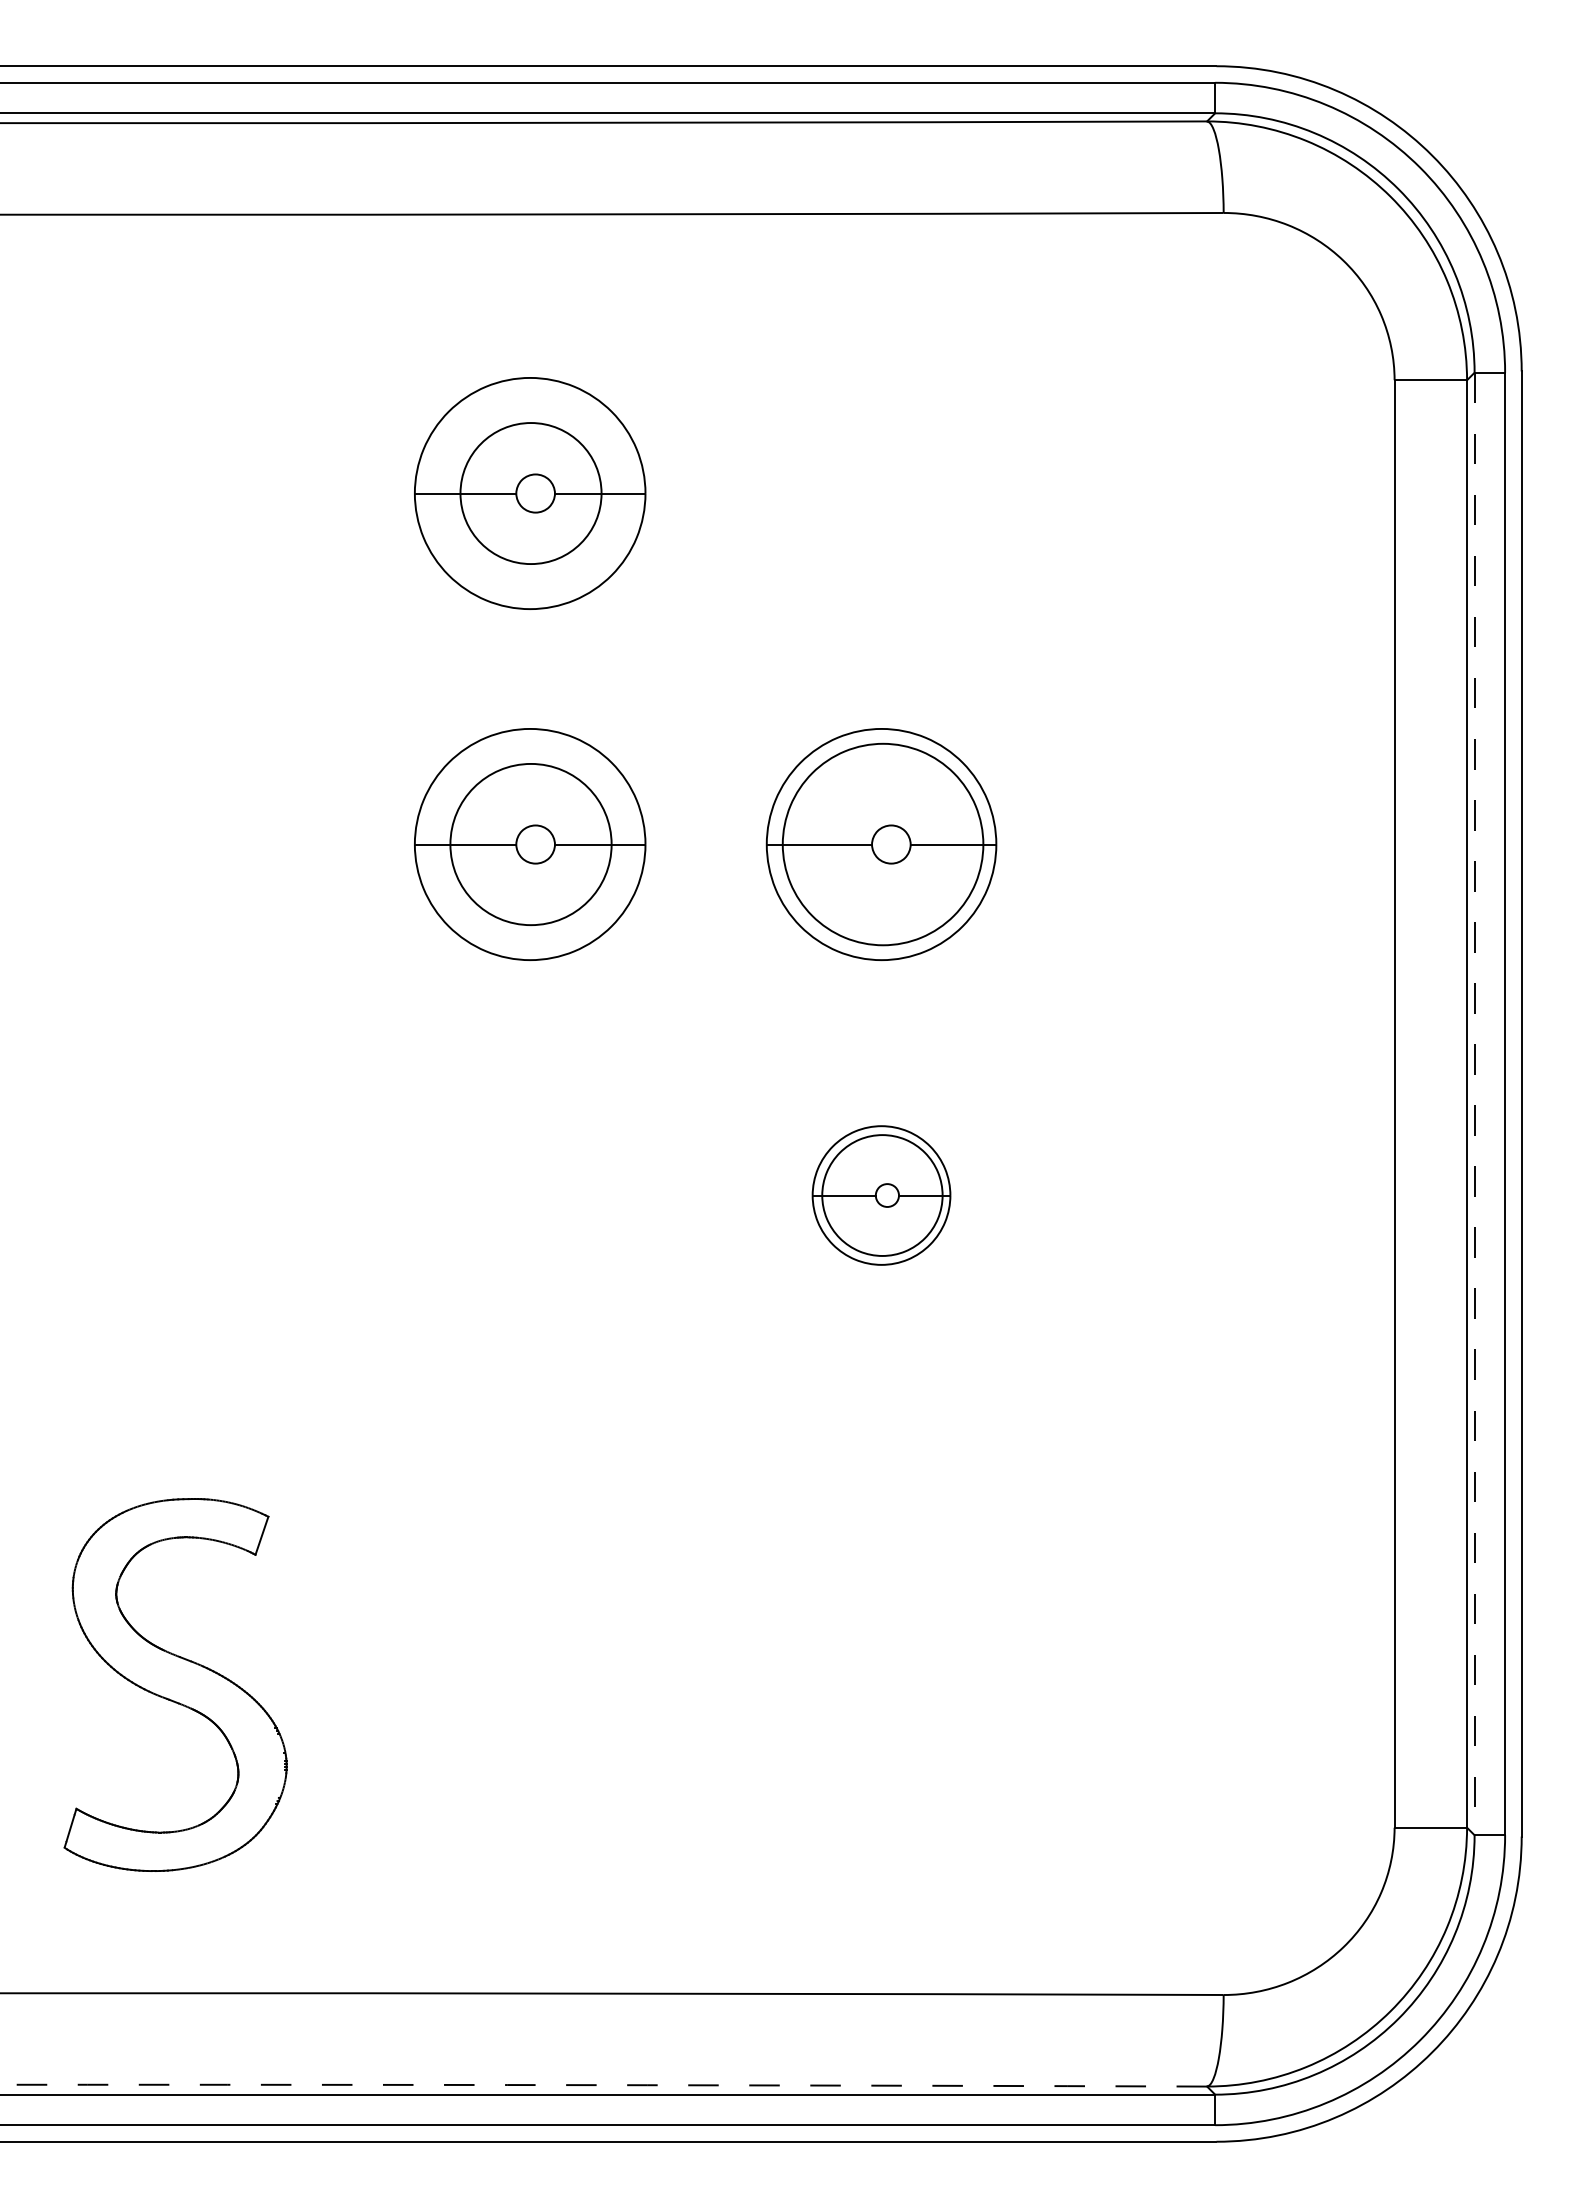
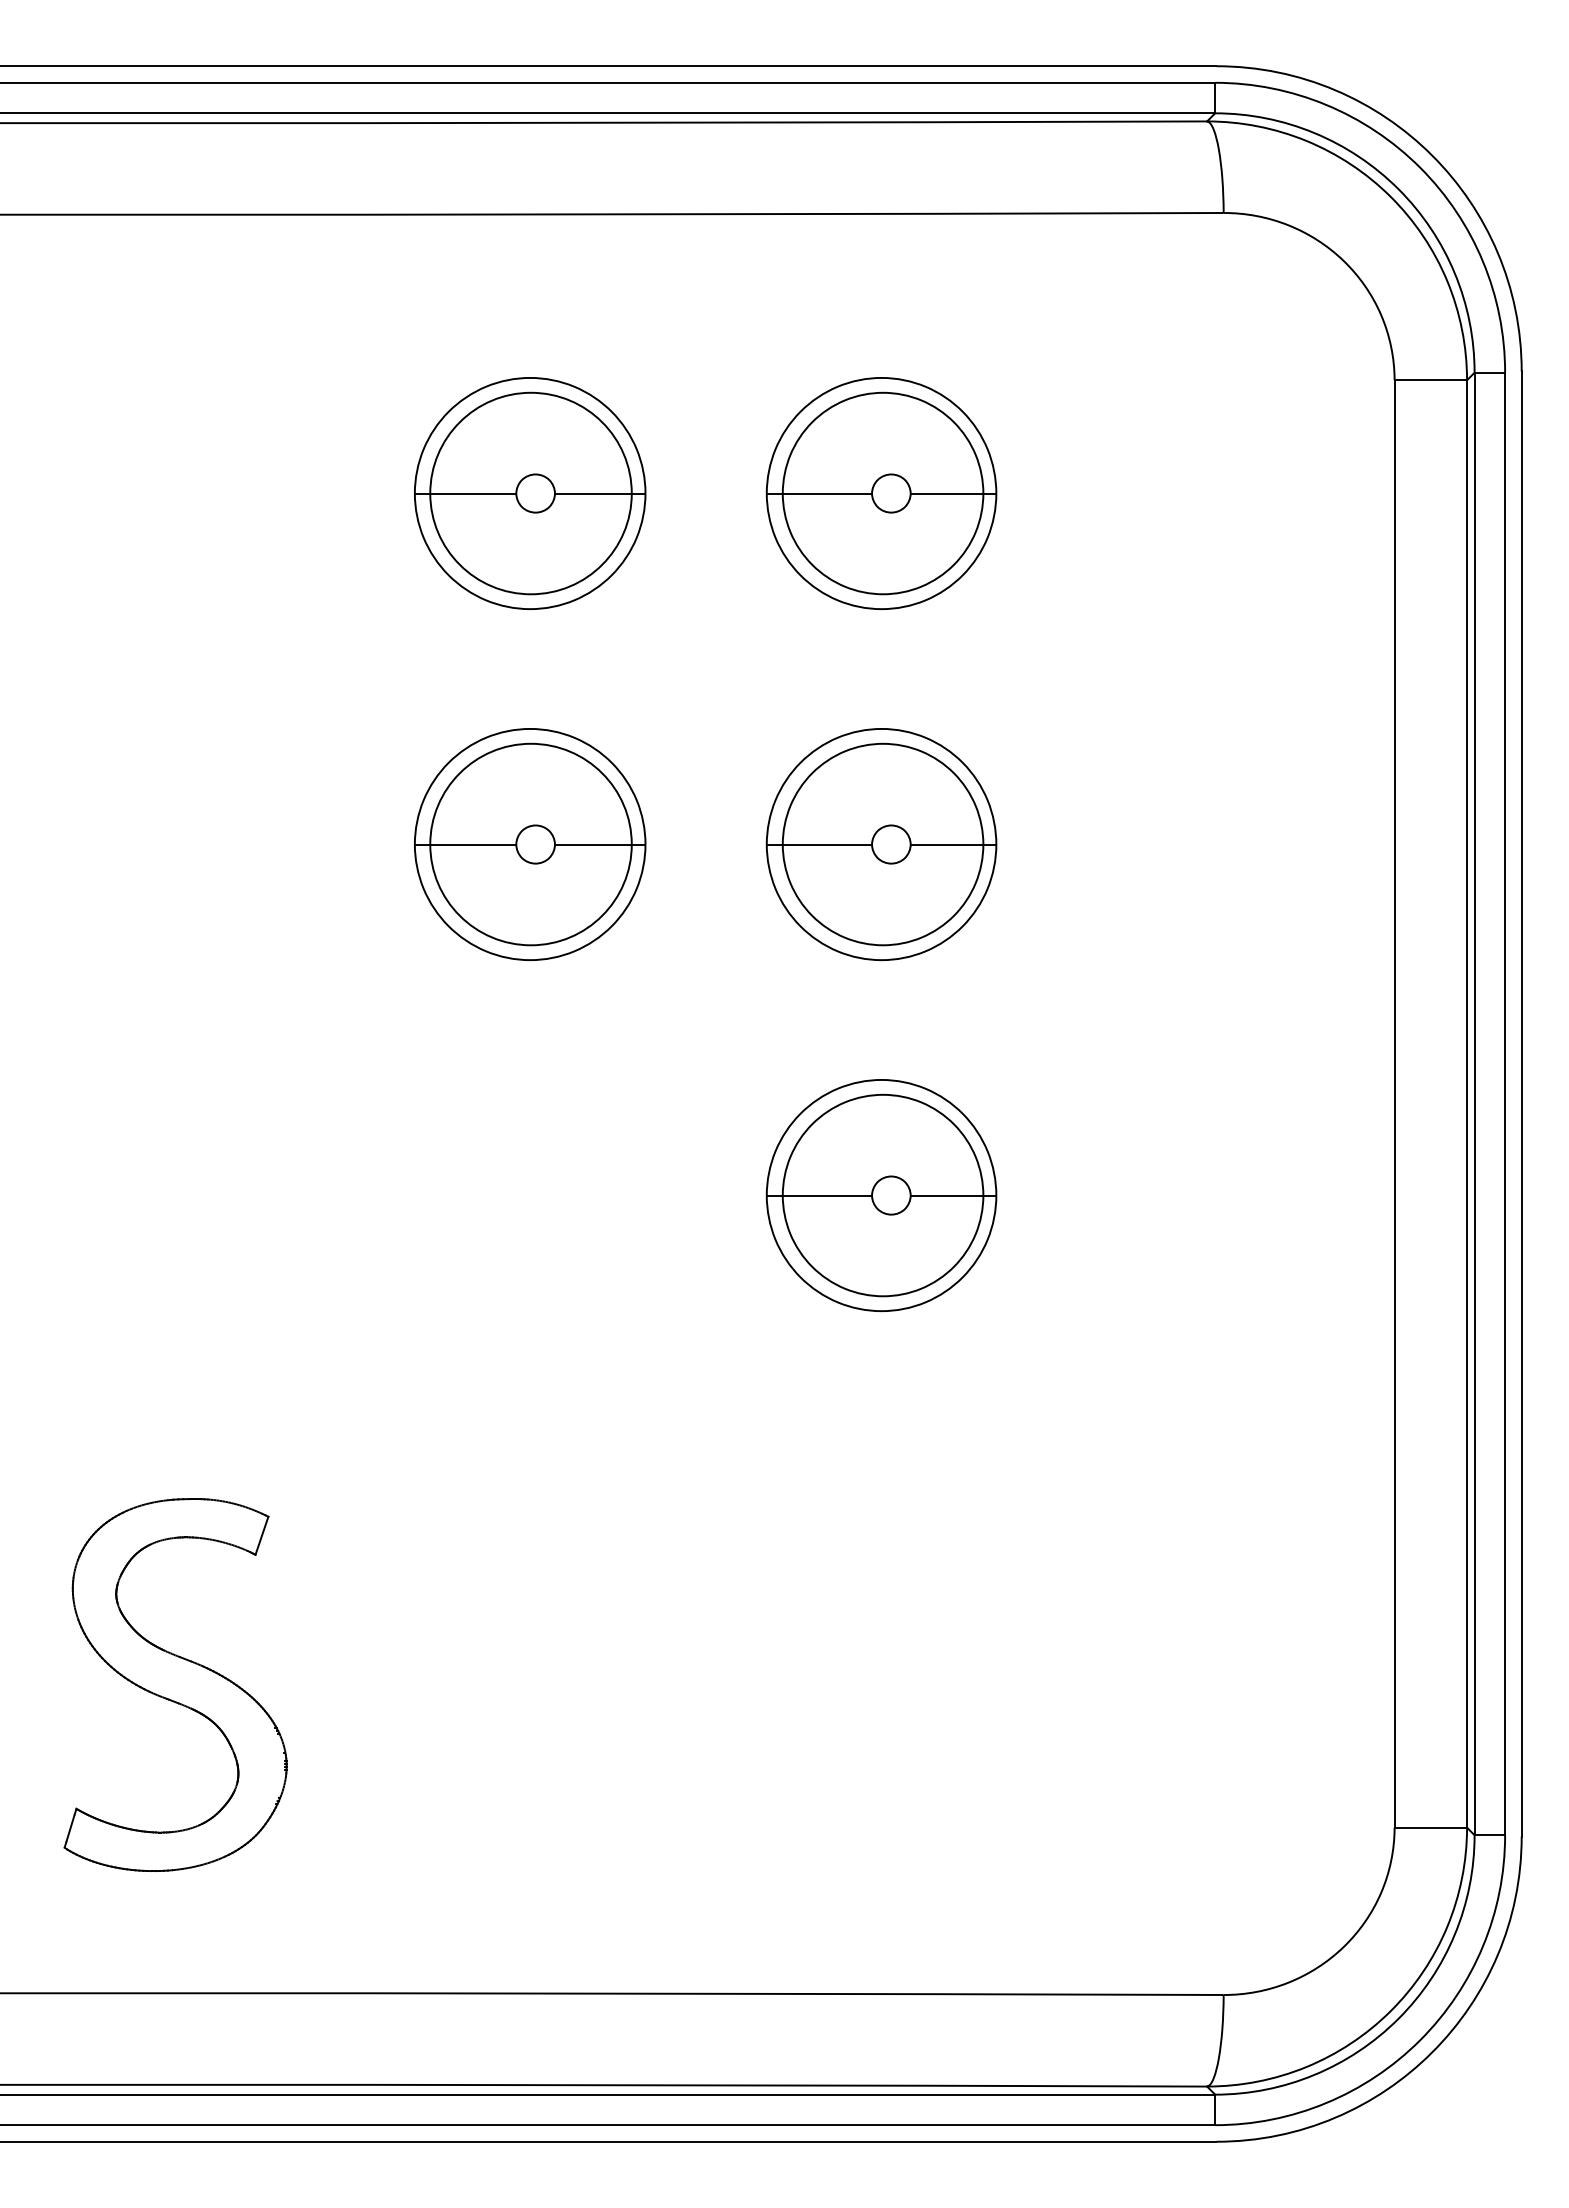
circle at (530, 493) diameter: 141 px -> 202 px
part at (881, 493): none -> present
circle at (530, 844) diameter: 161 px -> 202 px
line at (1474, 1104): dashed -> solid
part at (881, 1195) size: 141x141 px -> 233x233 px
arc at (603, 2085): dashed -> solid
